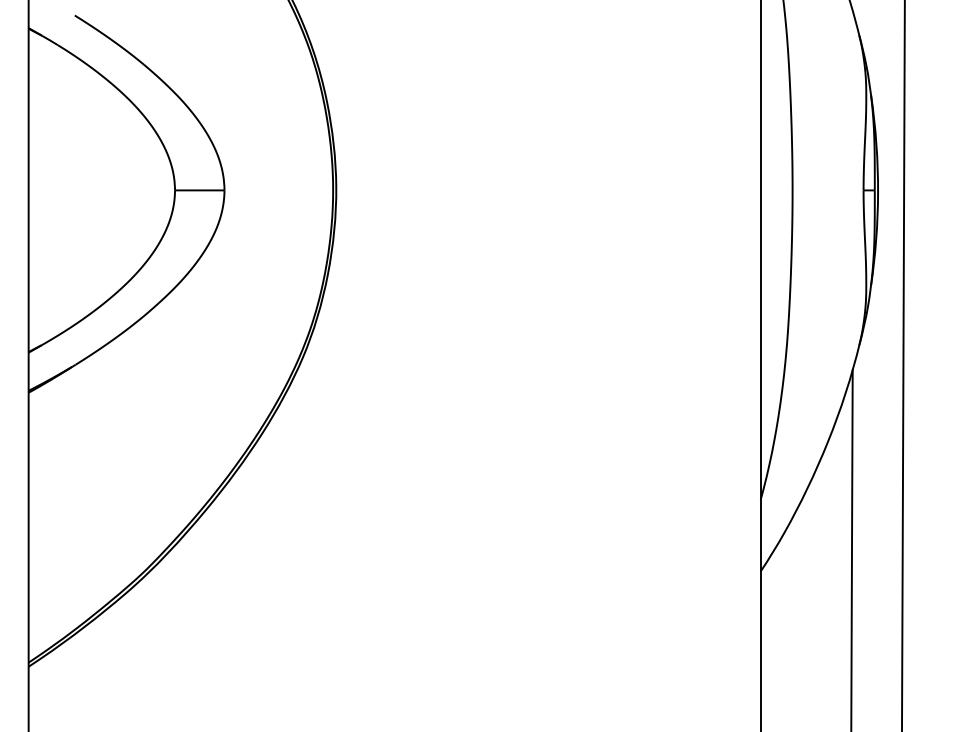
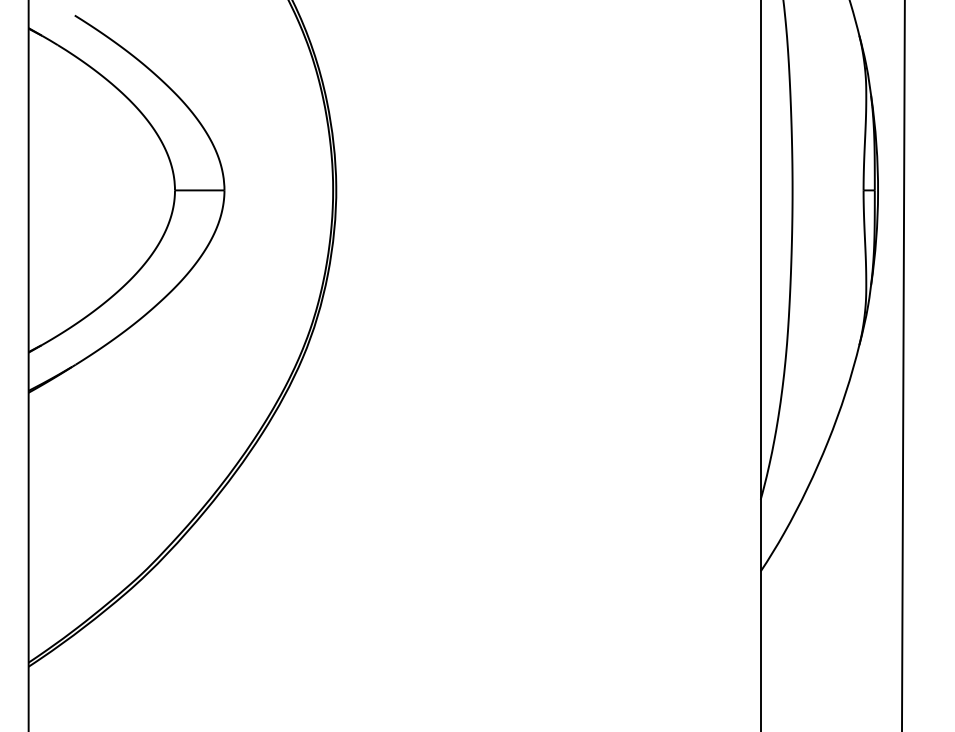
line at (851, 549): present -> none
